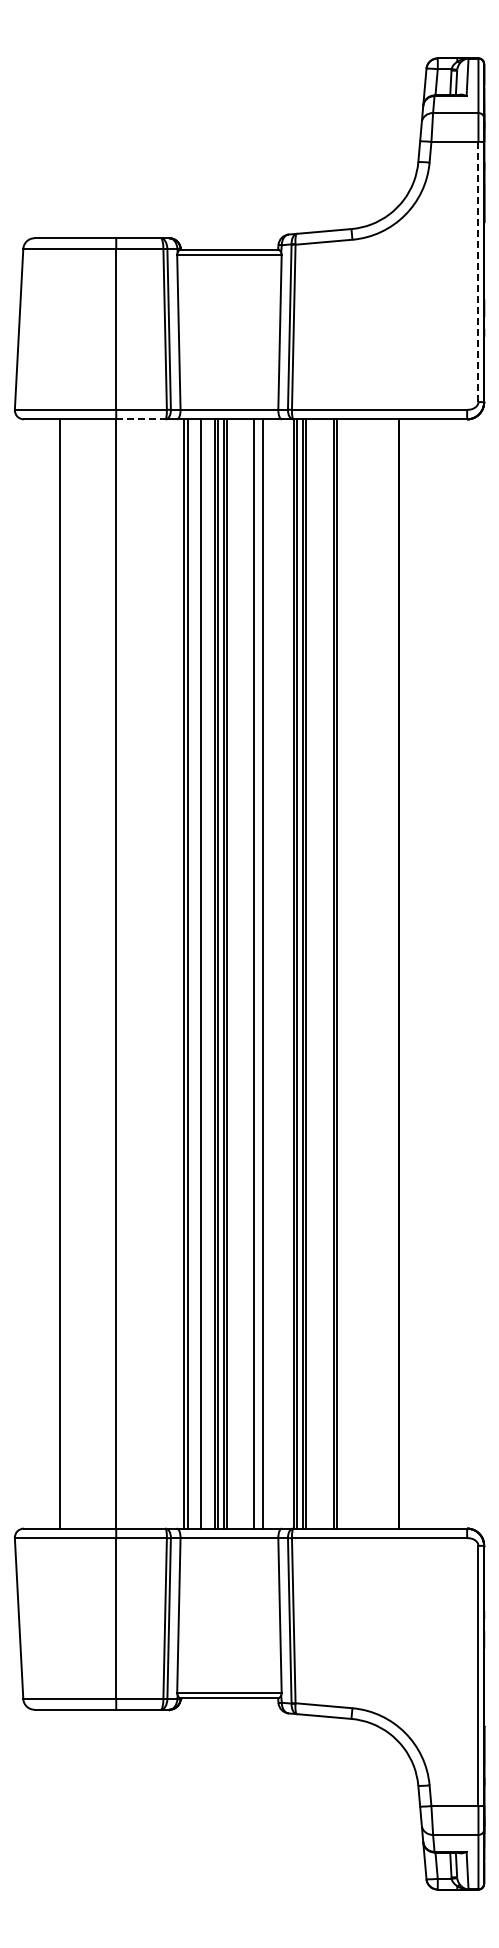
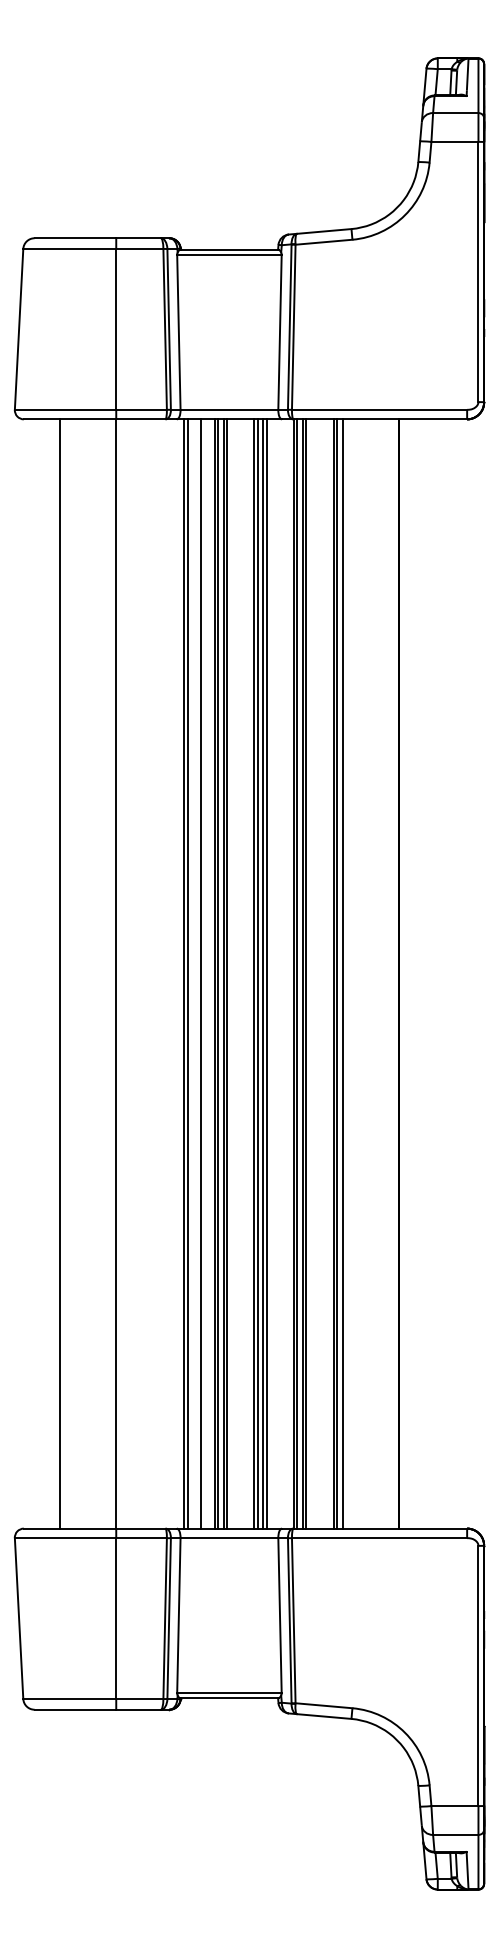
line at (478, 272): dashed -> solid
line at (140, 419): dashed -> solid
line at (257, 973): none -> present
line at (266, 973): none -> present
line at (342, 973): none -> present
